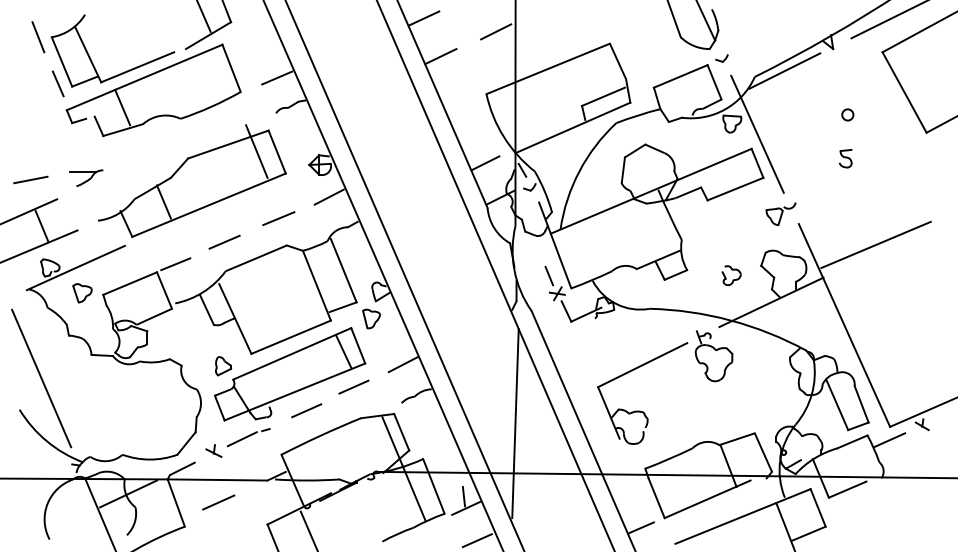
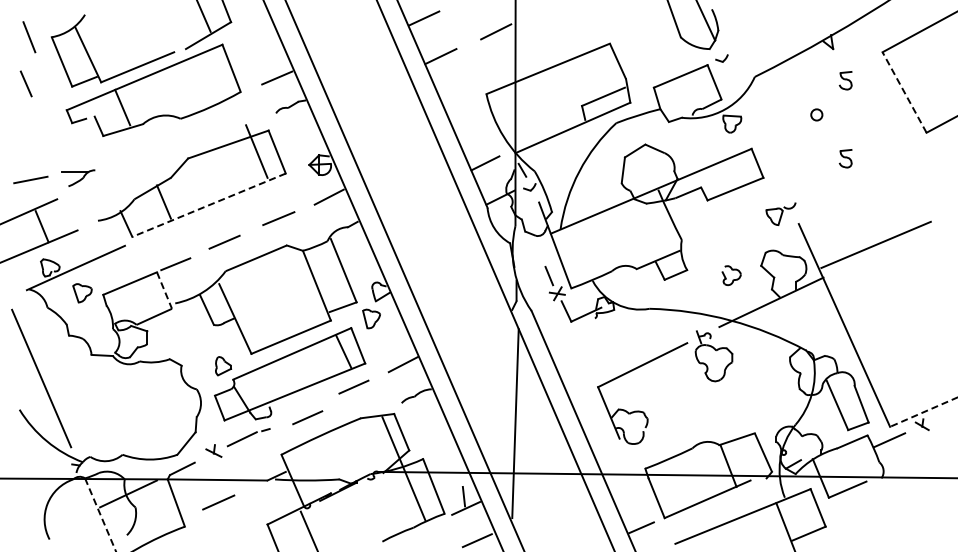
line at (887, 20): present -> none
line at (38, 37) position: (38, 37) -> (29, 37)
line at (784, 70): present -> none
part at (845, 80): none -> present
line at (57, 83) position: (57, 83) -> (25, 83)
line at (904, 92): solid -> dashed
circle at (847, 114) position: (847, 114) -> (816, 114)
line at (757, 133): present -> none
part at (86, 177) position: (86, 177) -> (78, 177)
line at (208, 205): solid -> dashed
line at (164, 290): solid -> dashed
line at (306, 410) position: (306, 410) -> (307, 417)
line at (923, 412): solid -> dashed
line at (100, 515): solid -> dashed
